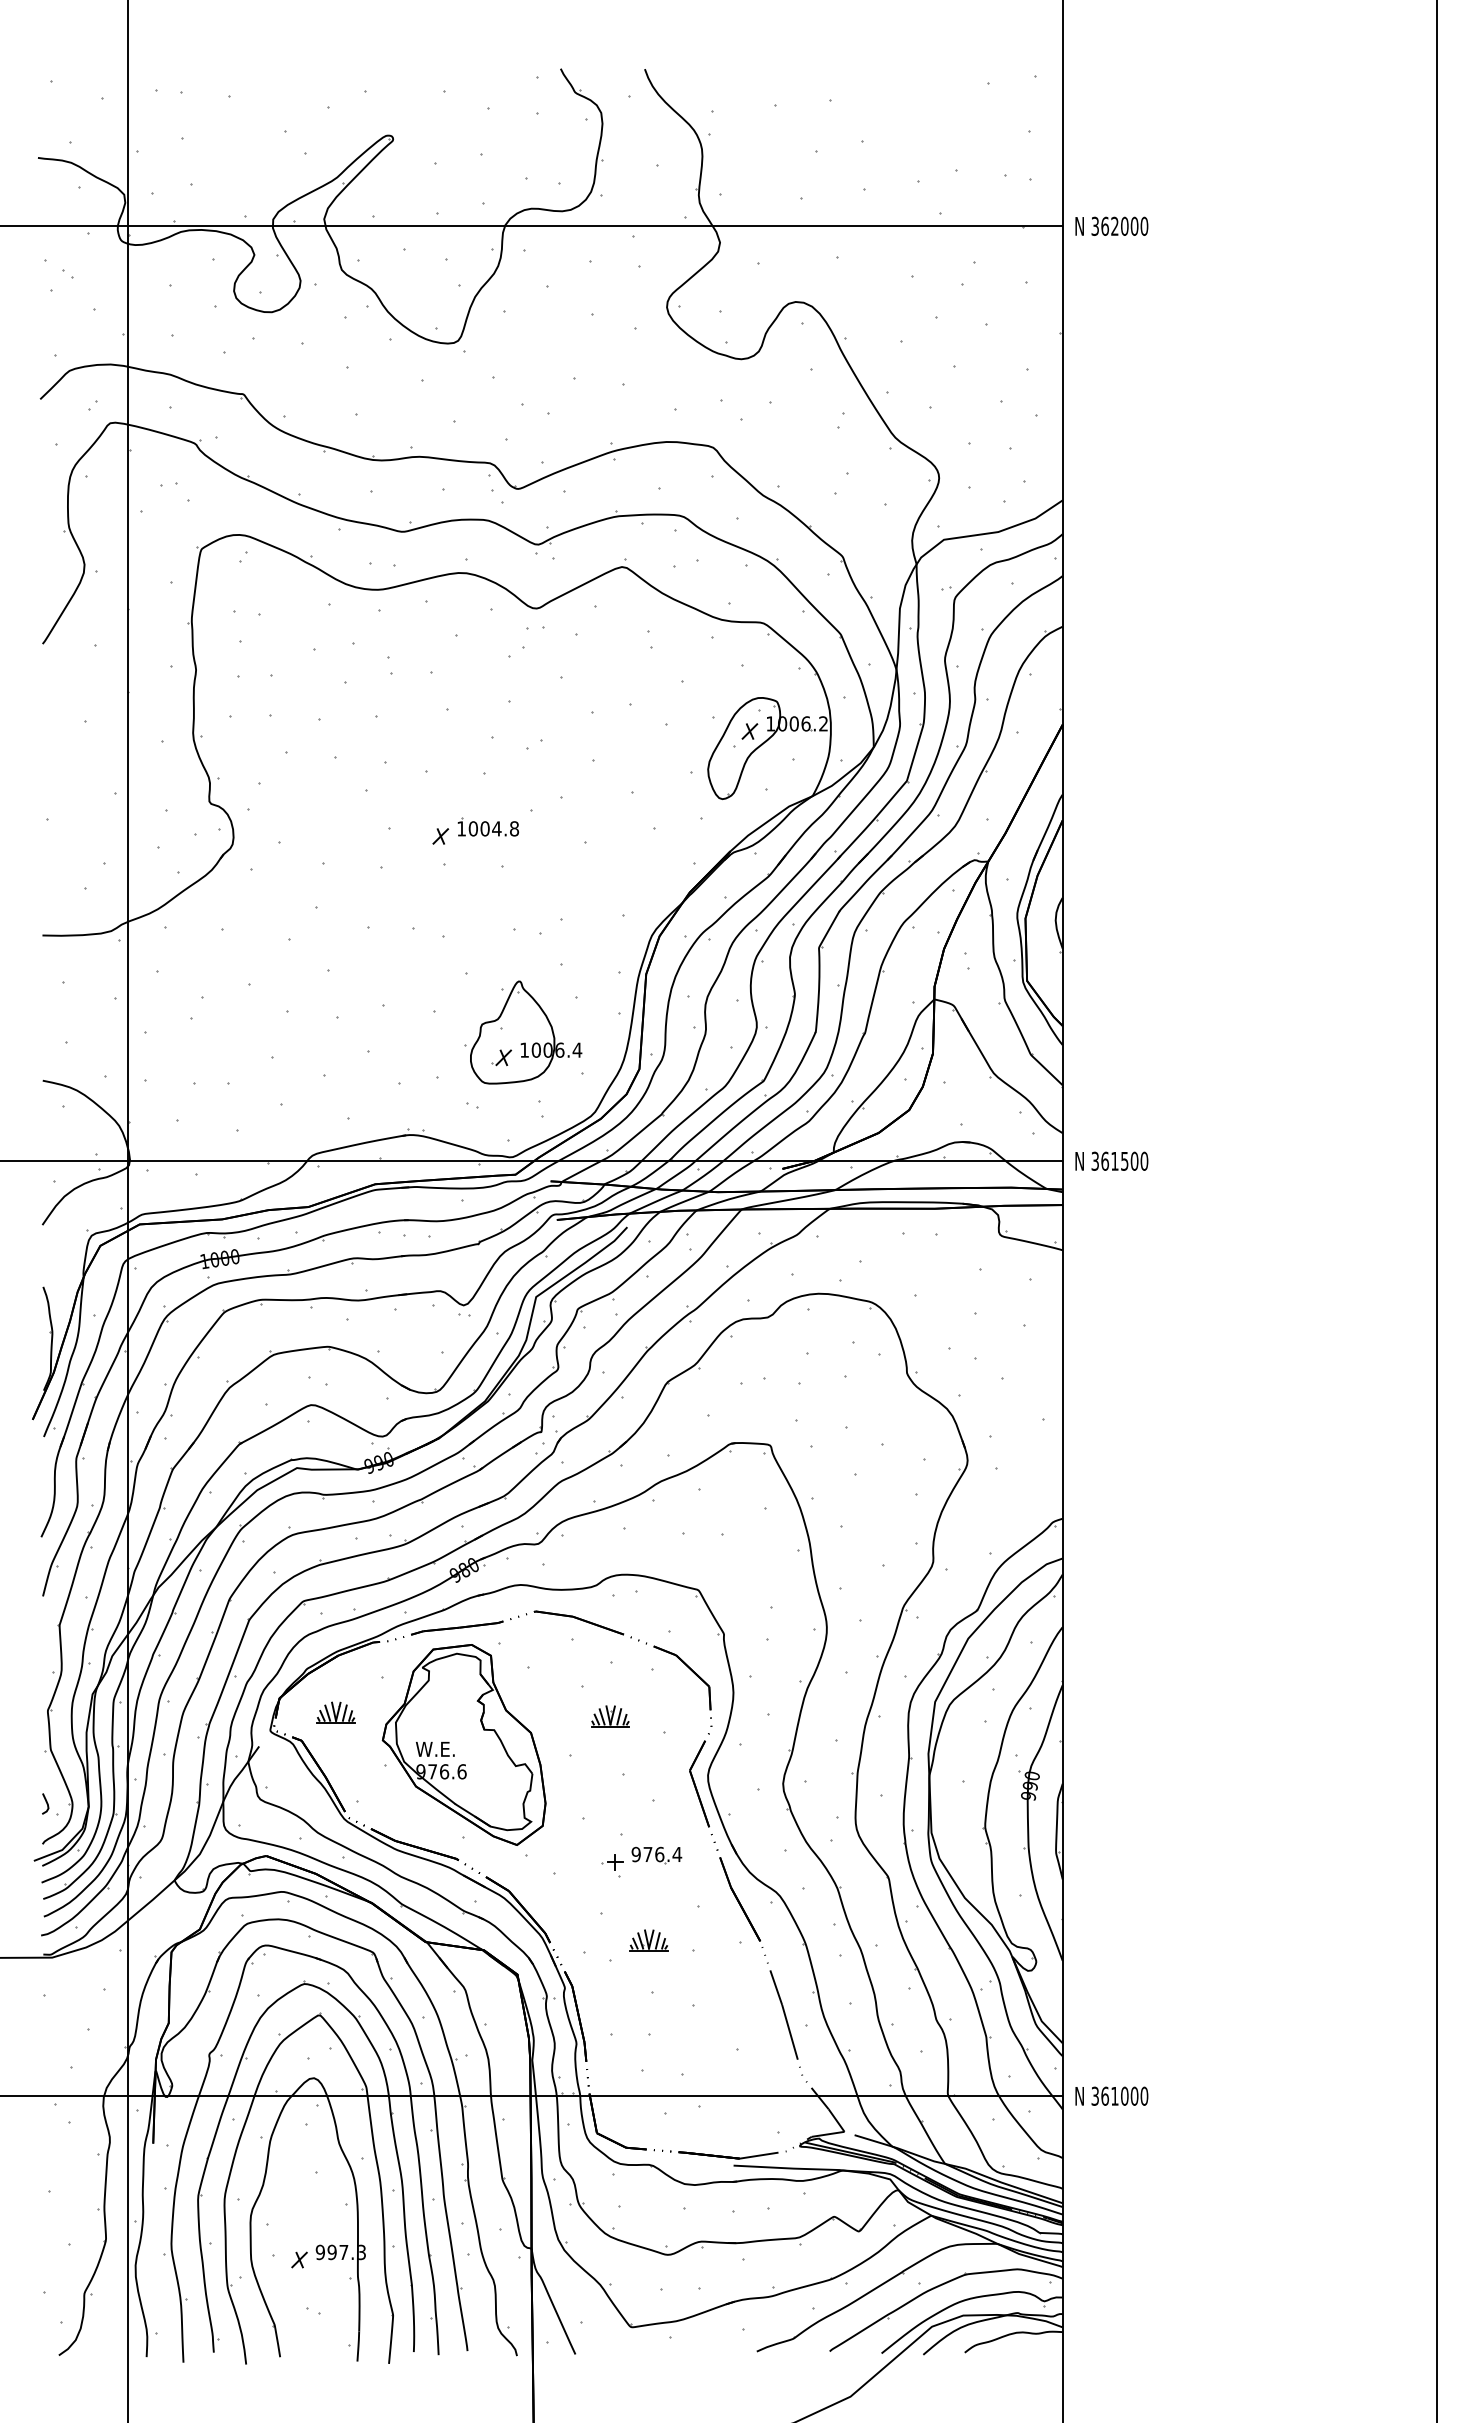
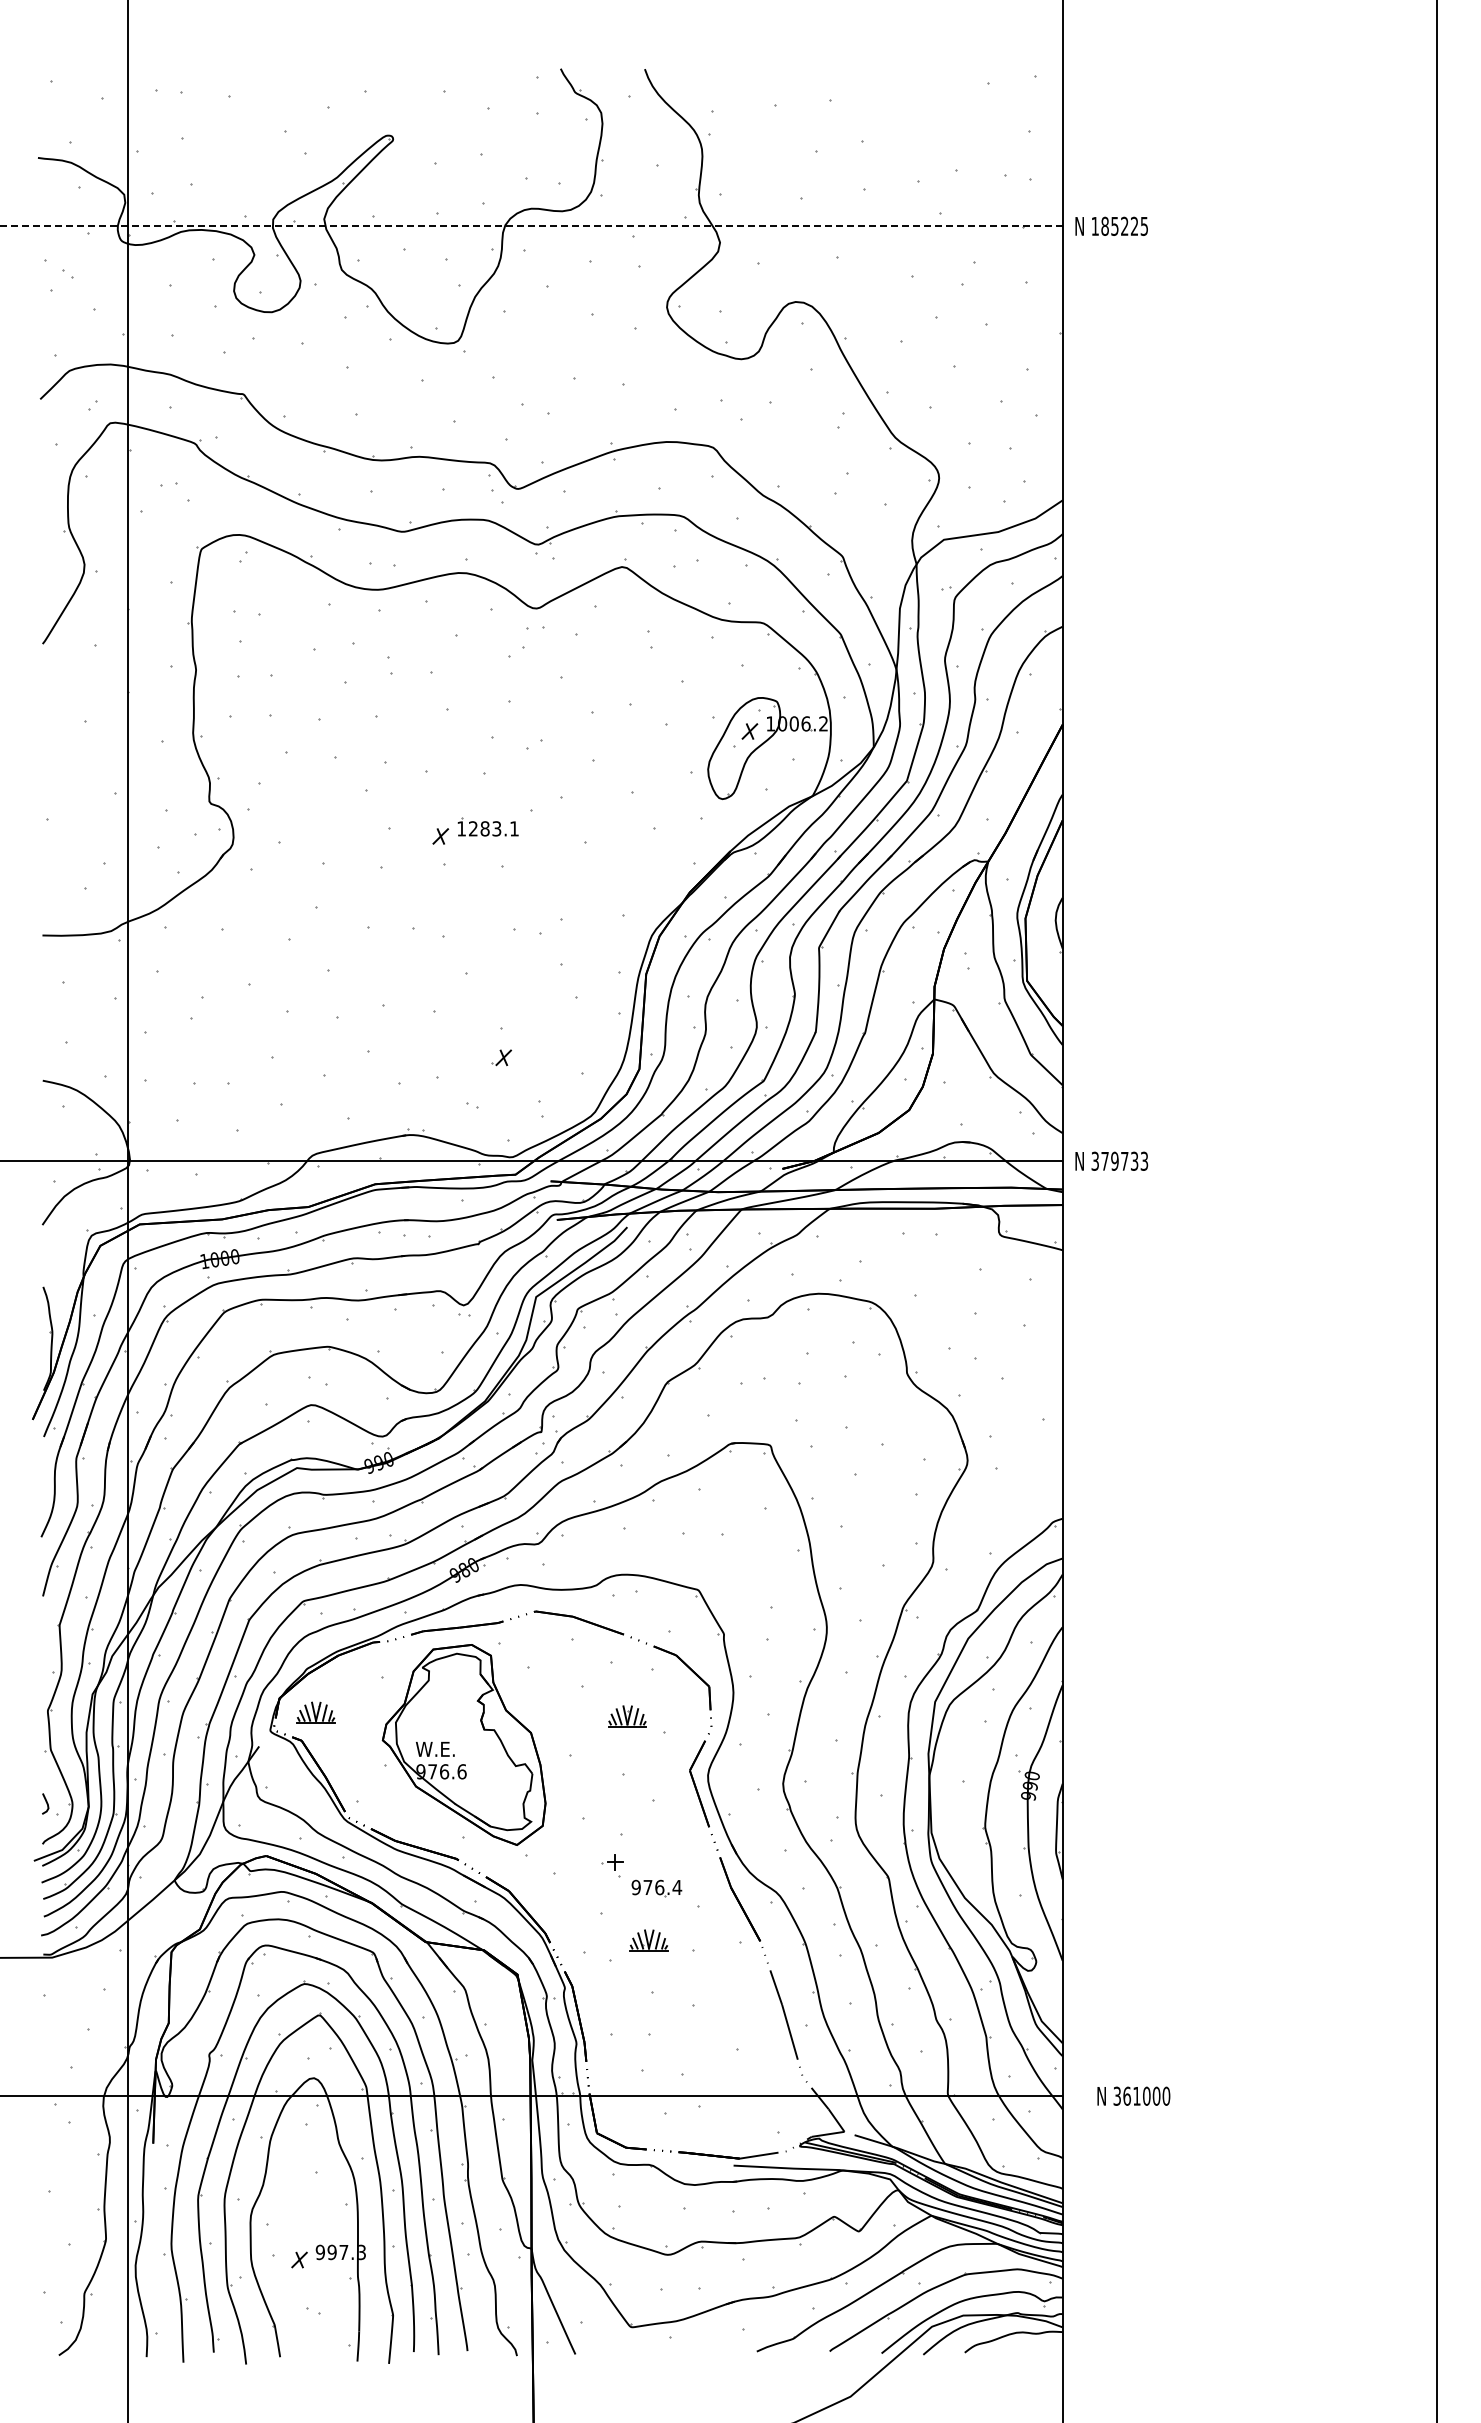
text at (1119, 225): 362000 -> 185225
line at (531, 226): solid -> dashed
text at (493, 828): 1004.8 -> 1283.1
part at (523, 1032): present -> none
text at (1124, 1160): 361500 -> 379733
part at (335, 1712) position: (335, 1712) -> (315, 1712)
part at (610, 1716) position: (610, 1716) -> (627, 1716)
part at (656, 1855) position: (656, 1855) -> (656, 1888)
text at (1111, 2095) position: (1111, 2095) -> (1133, 2095)
